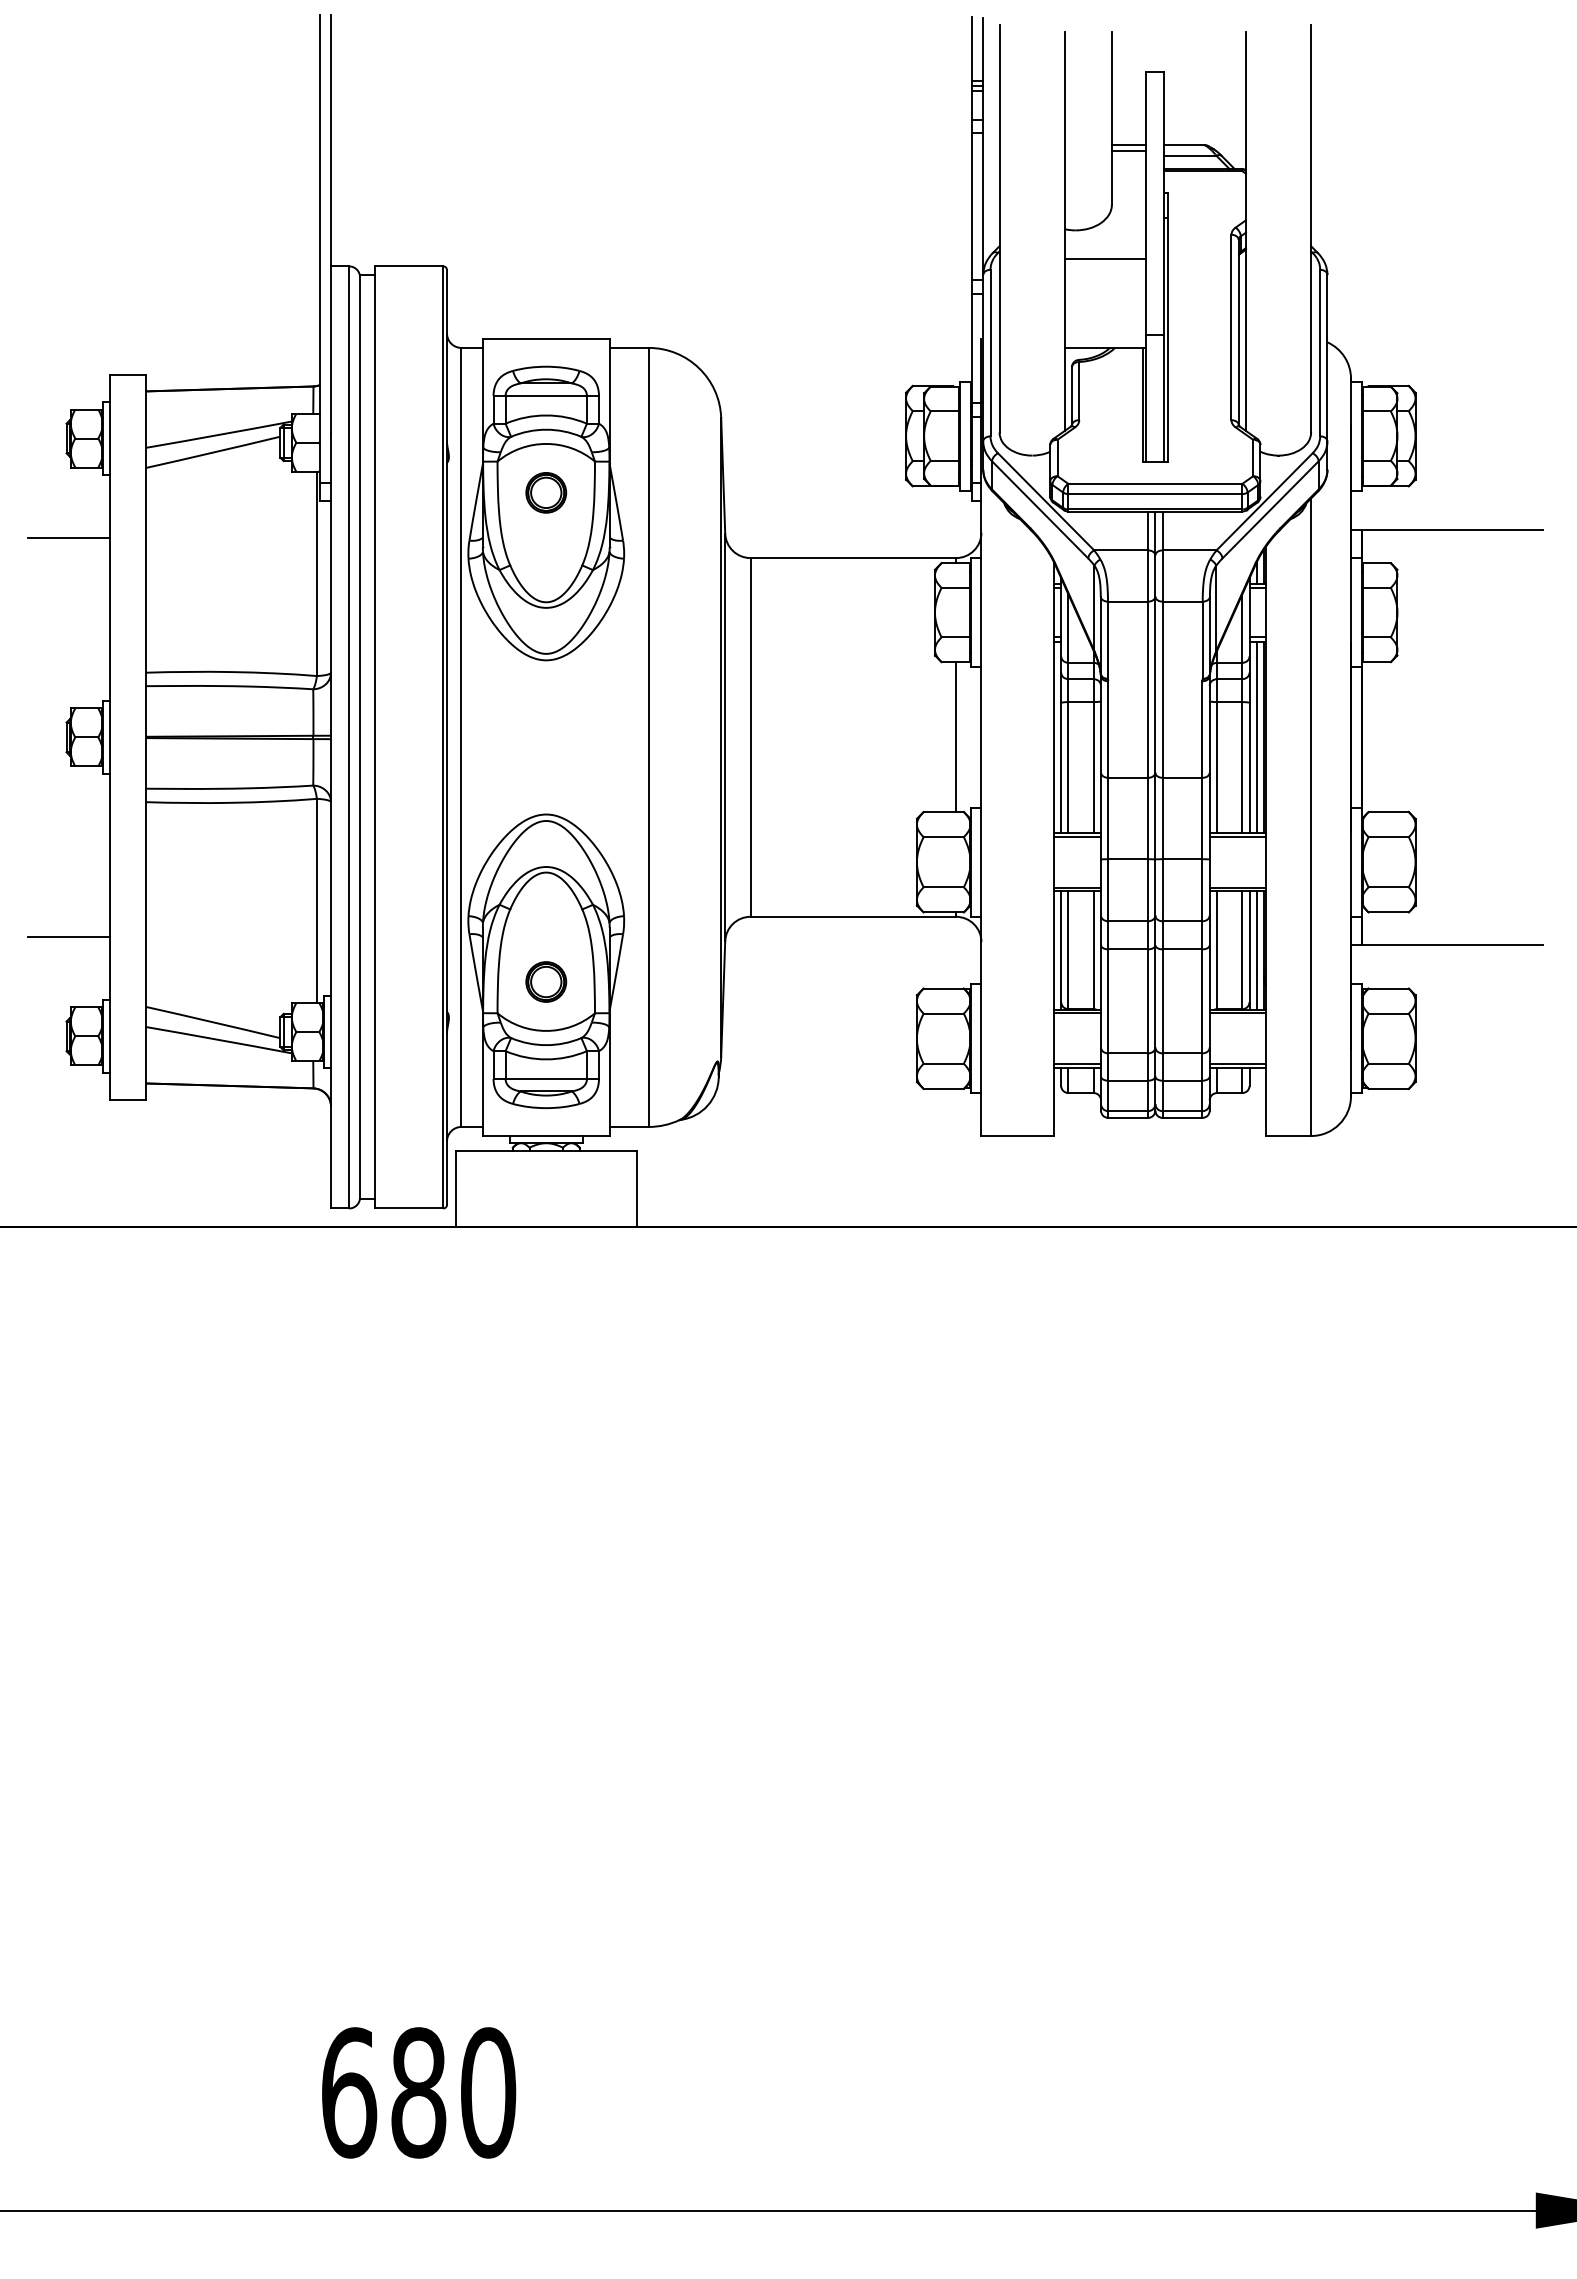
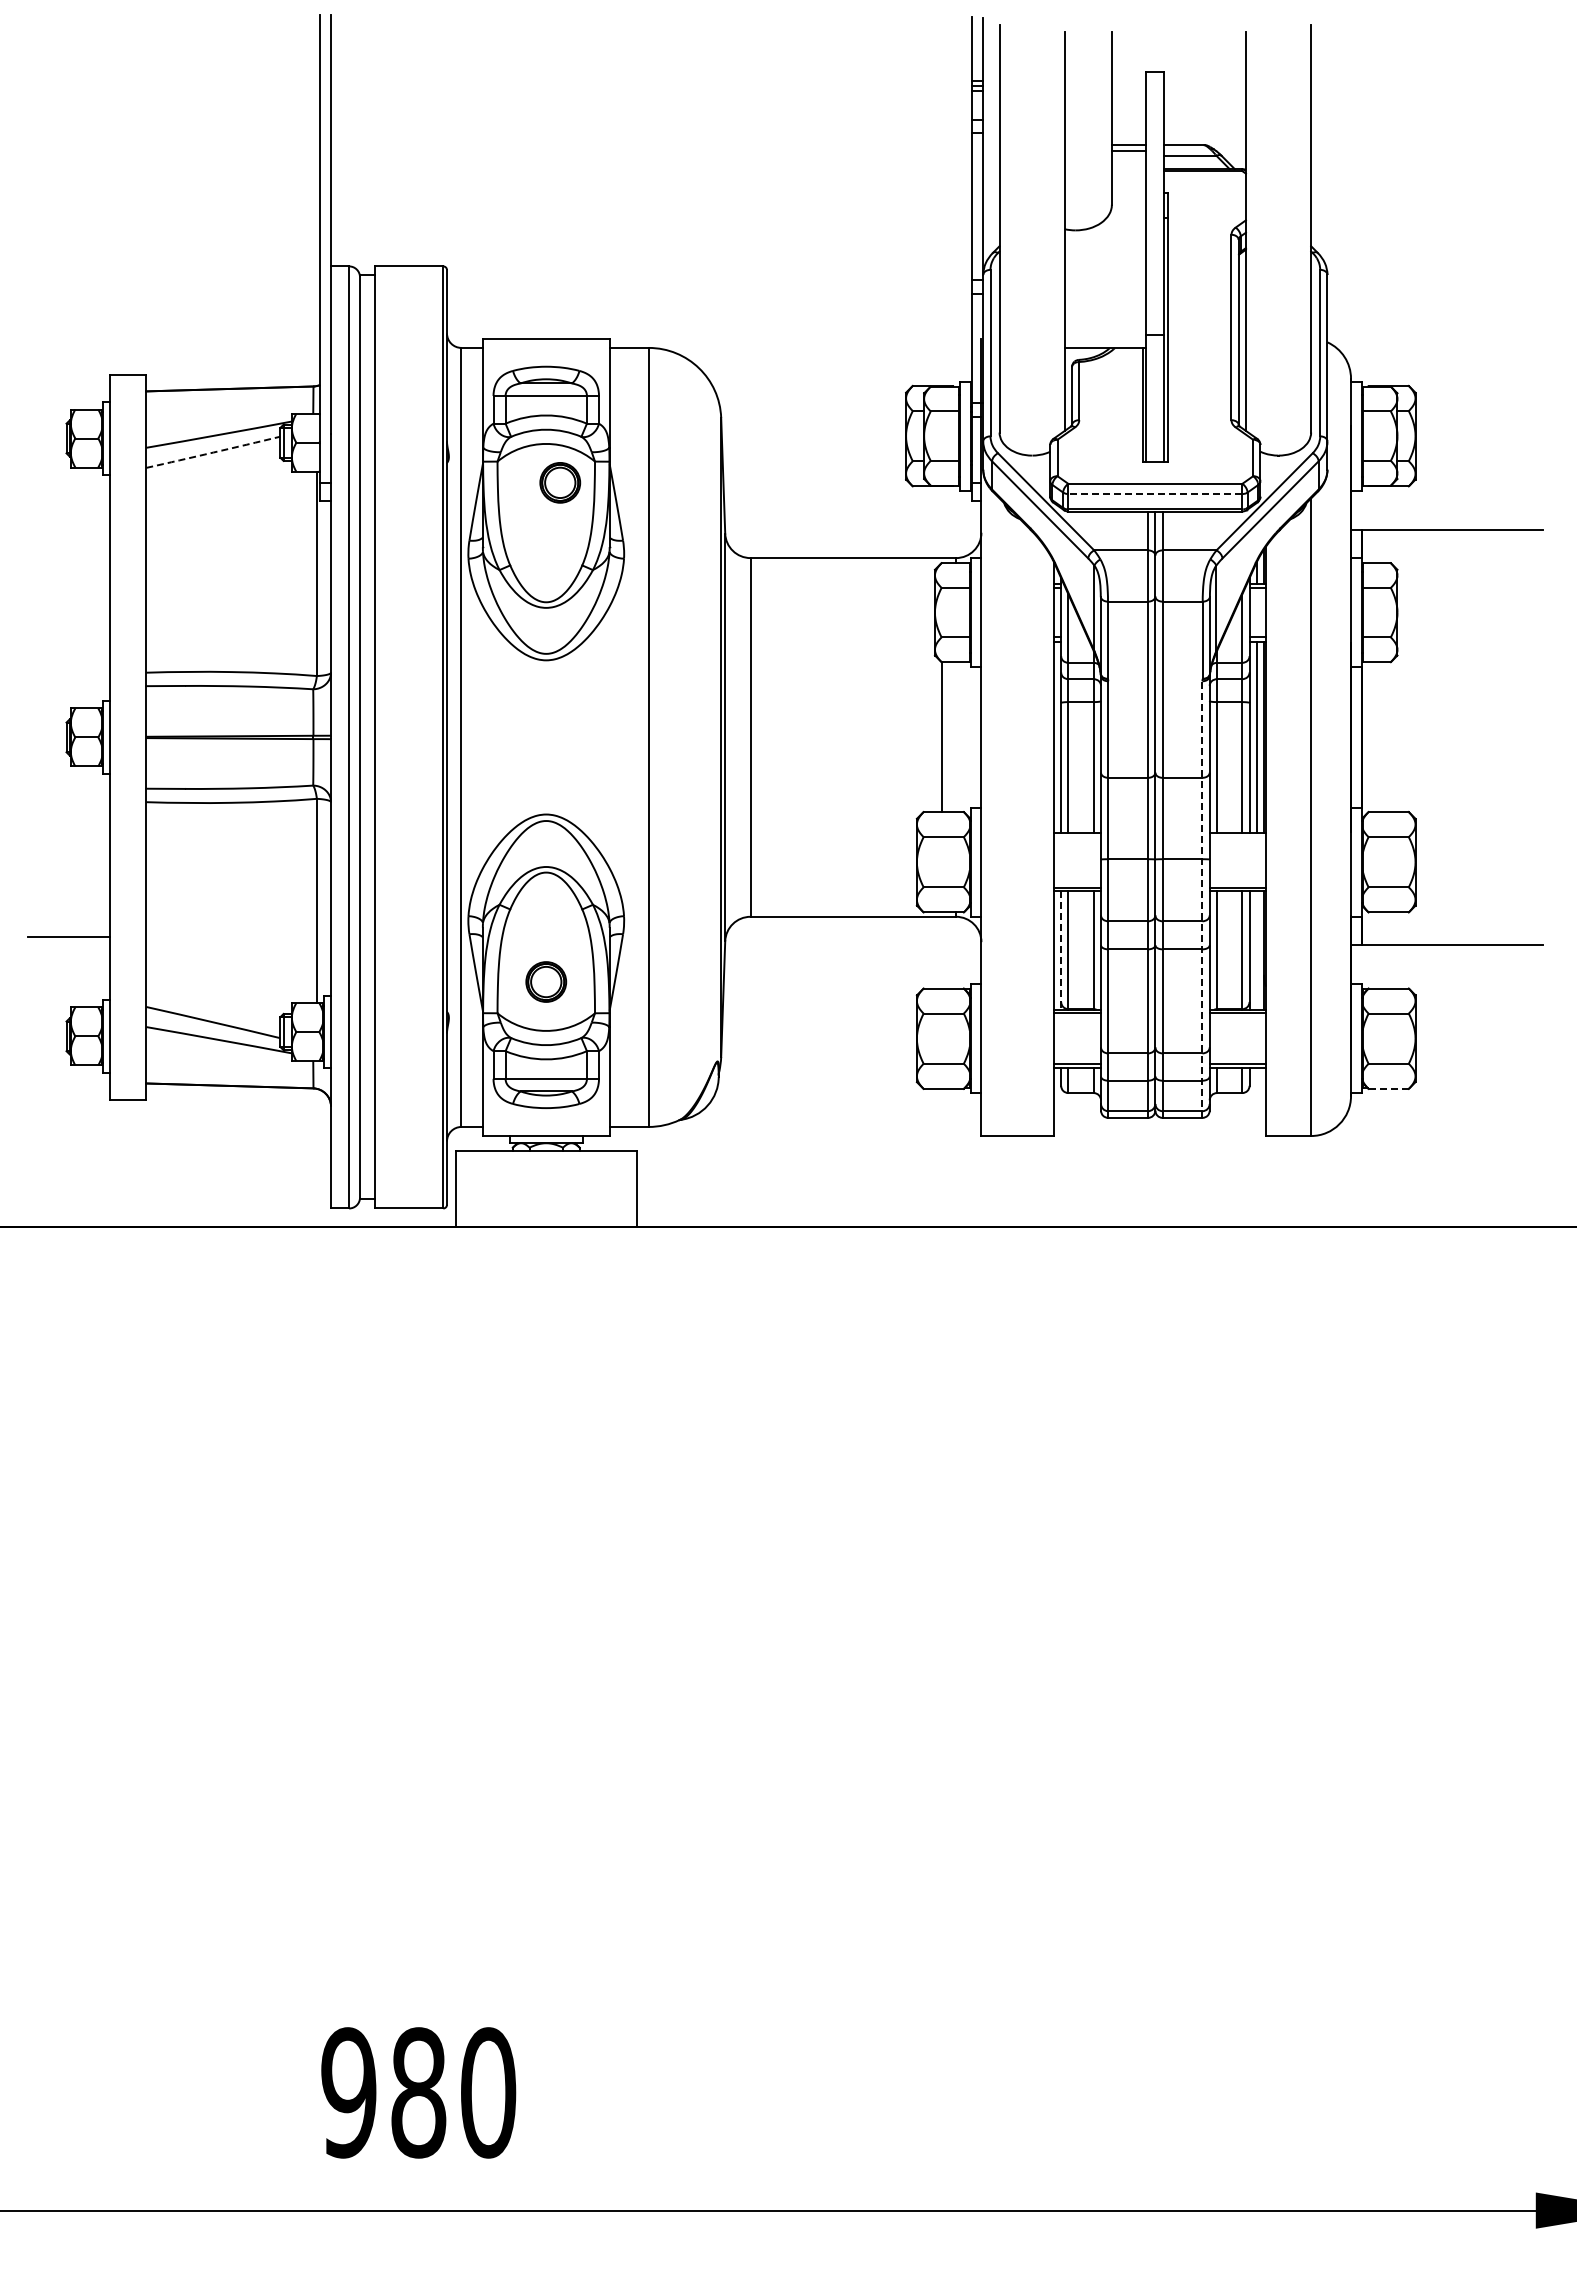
line at (1105, 258): present -> none
arc at (213, 452): solid -> dashed
part at (546, 492) position: (546, 492) -> (560, 482)
line at (1154, 494): solid -> dashed
line at (69, 538): present -> none
line at (956, 737) position: (956, 737) -> (942, 737)
line at (1077, 836): present -> none
line at (1237, 836): present -> none
line at (1202, 899): solid -> dashed
line at (1061, 950): solid -> dashed
line at (1256, 950): present -> none
line at (1389, 1088): solid -> dashed
text at (349, 2092): 680 -> 980
